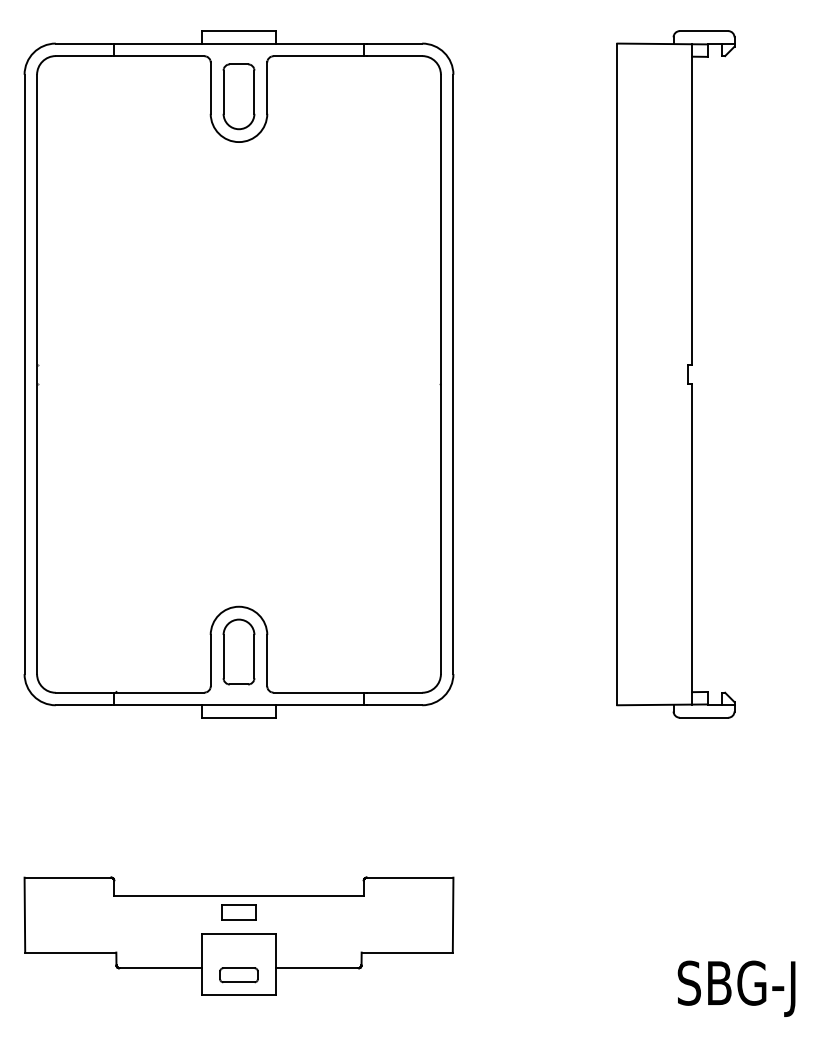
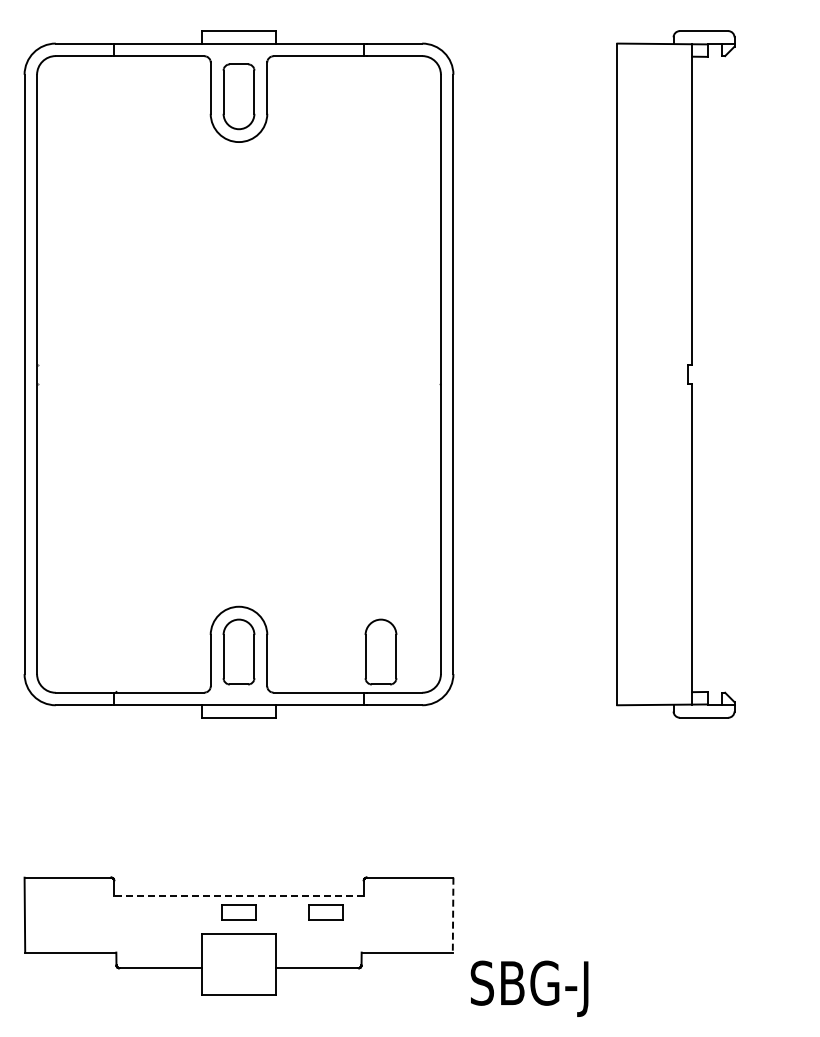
part at (380, 651): none -> present
line at (239, 896): solid -> dashed
part at (325, 912): none -> present
line at (453, 915): solid -> dashed
part at (238, 975): present -> none
text at (736, 988) position: (736, 988) -> (529, 988)
